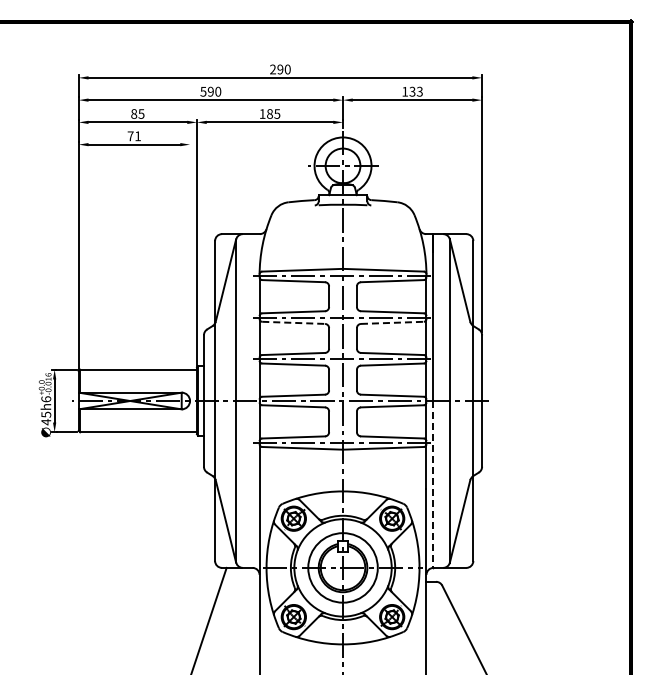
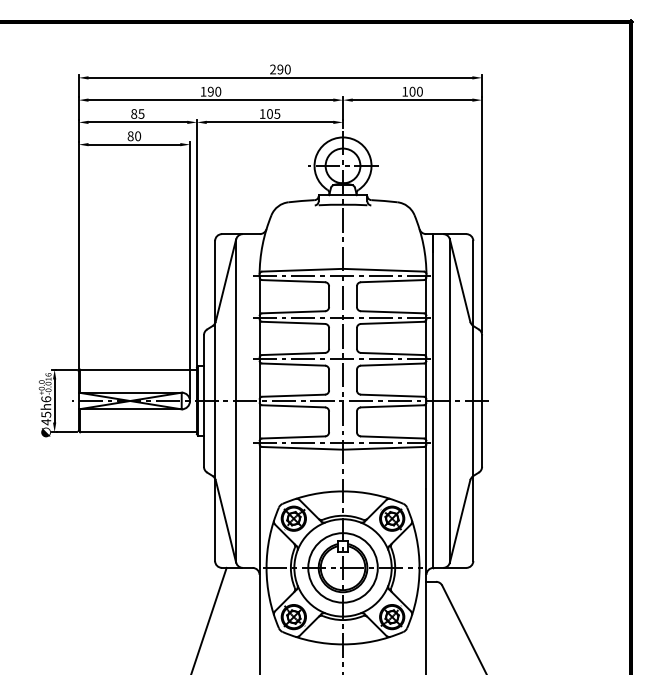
text at (203, 91): 590 -> 190
text at (415, 91): 133 -> 100
text at (269, 113): 185 -> 105
text at (134, 136): 71 -> 80
line at (190, 269): none -> present
line at (294, 322): dashed -> solid
line at (392, 322): dashed -> solid
line at (433, 484): dashed -> solid
